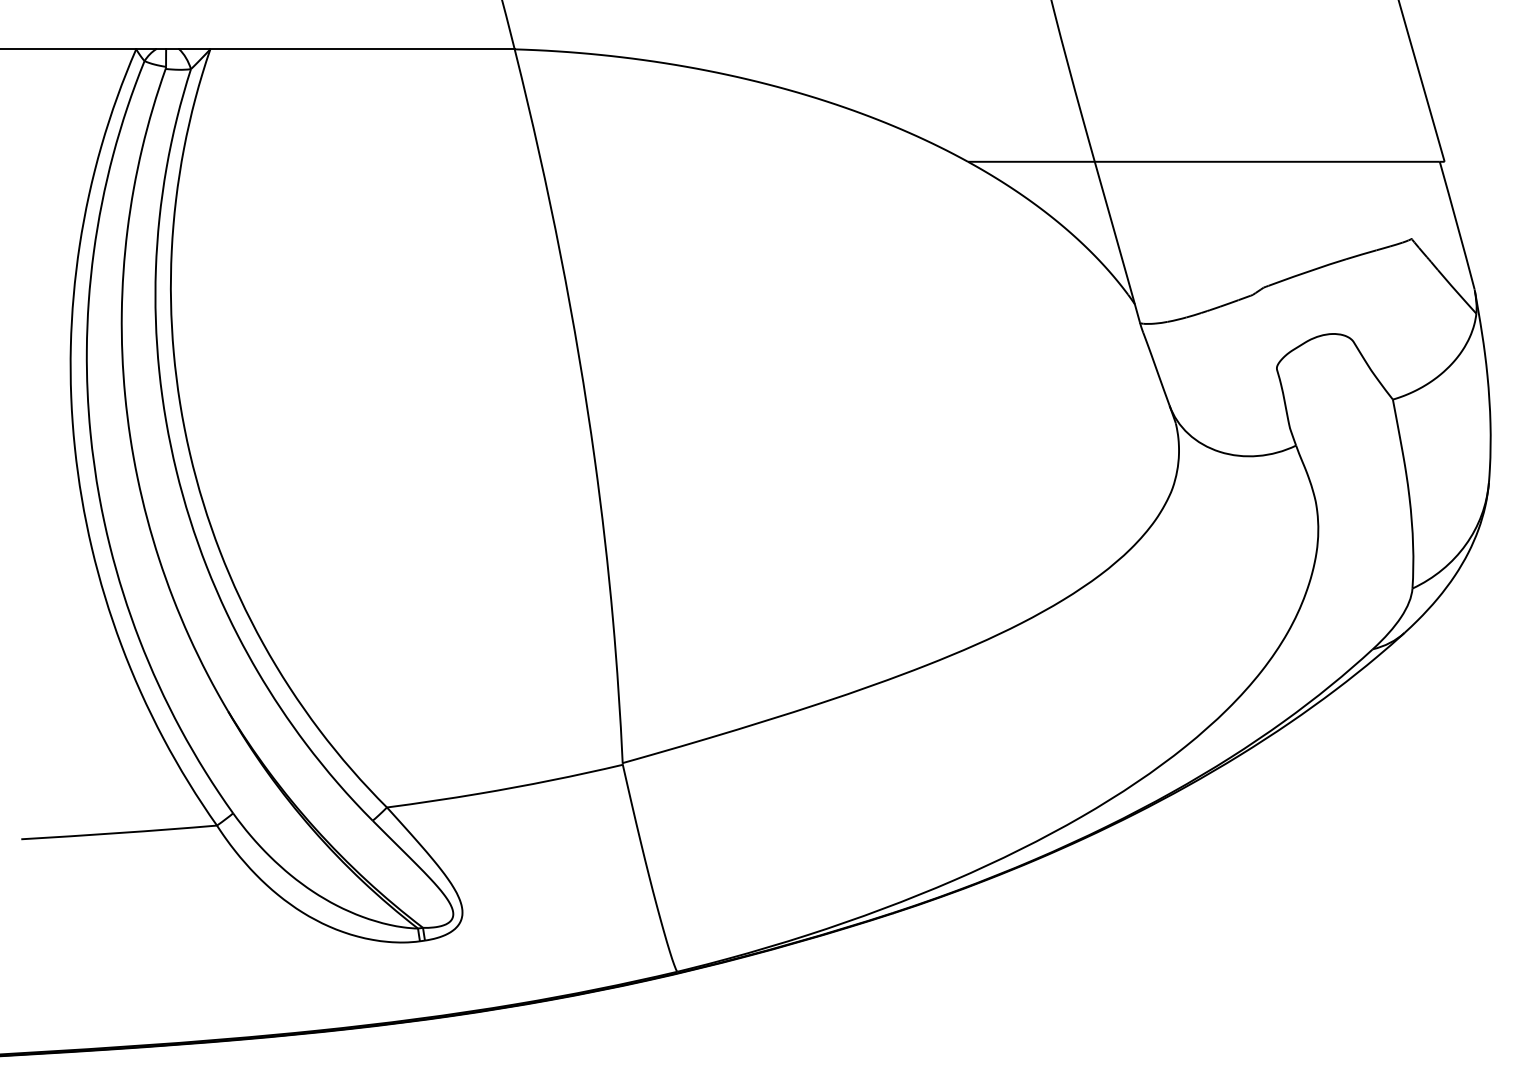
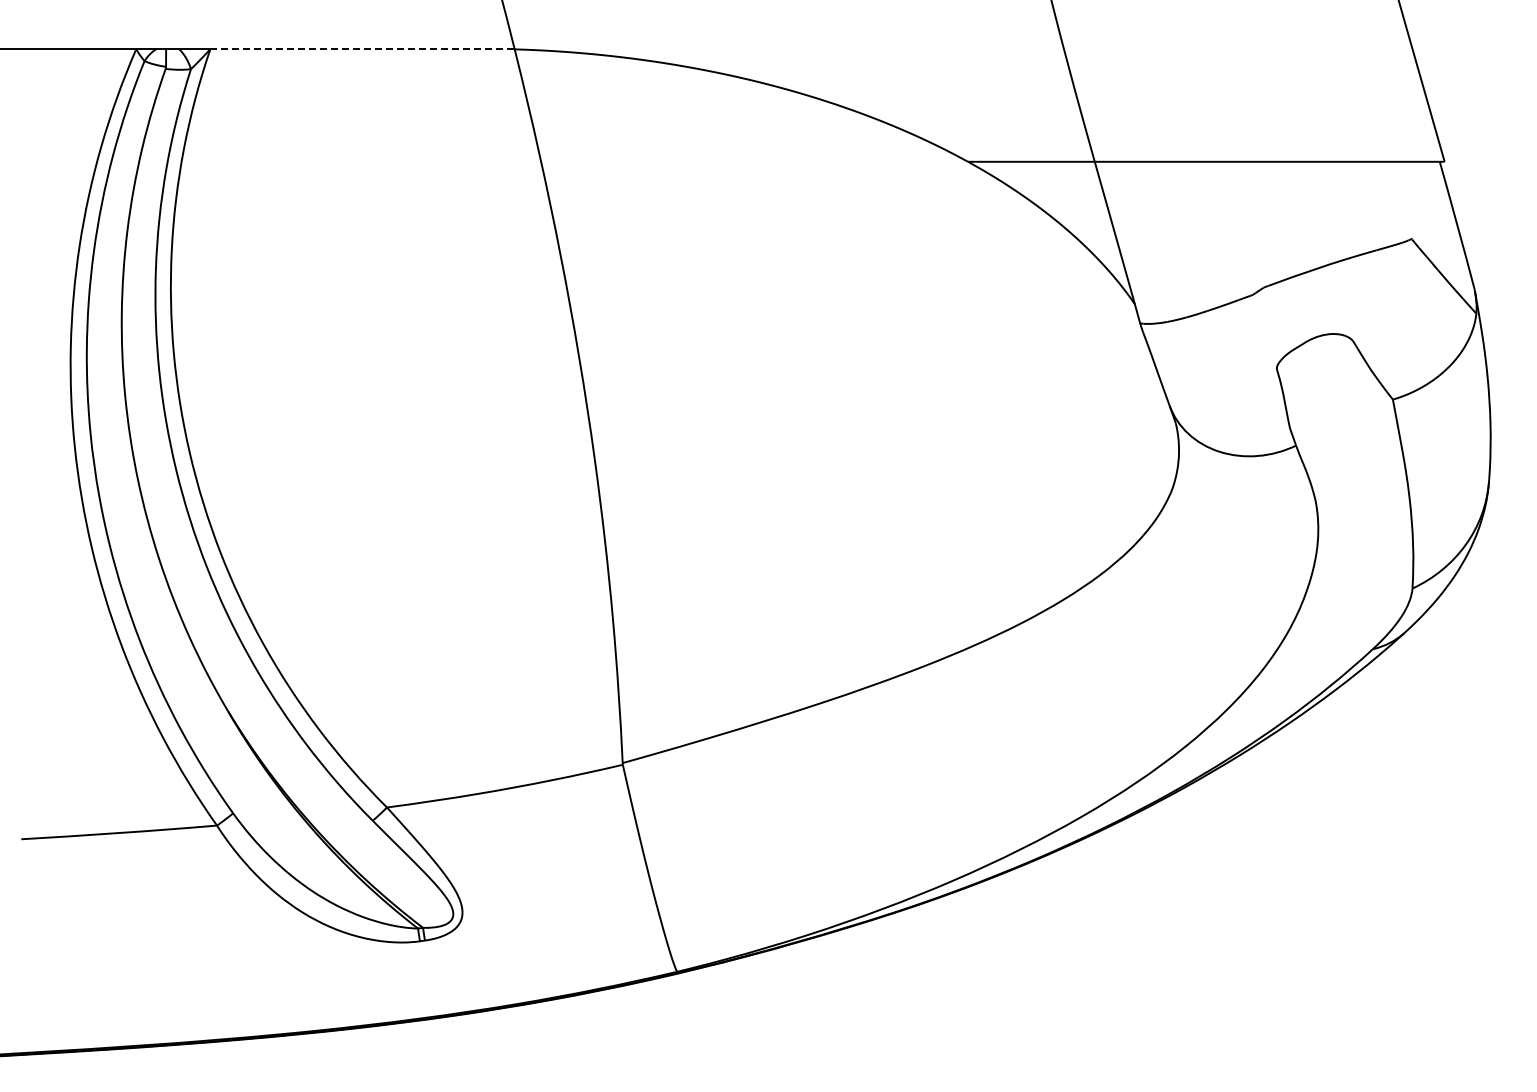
line at (363, 49): solid -> dashed
